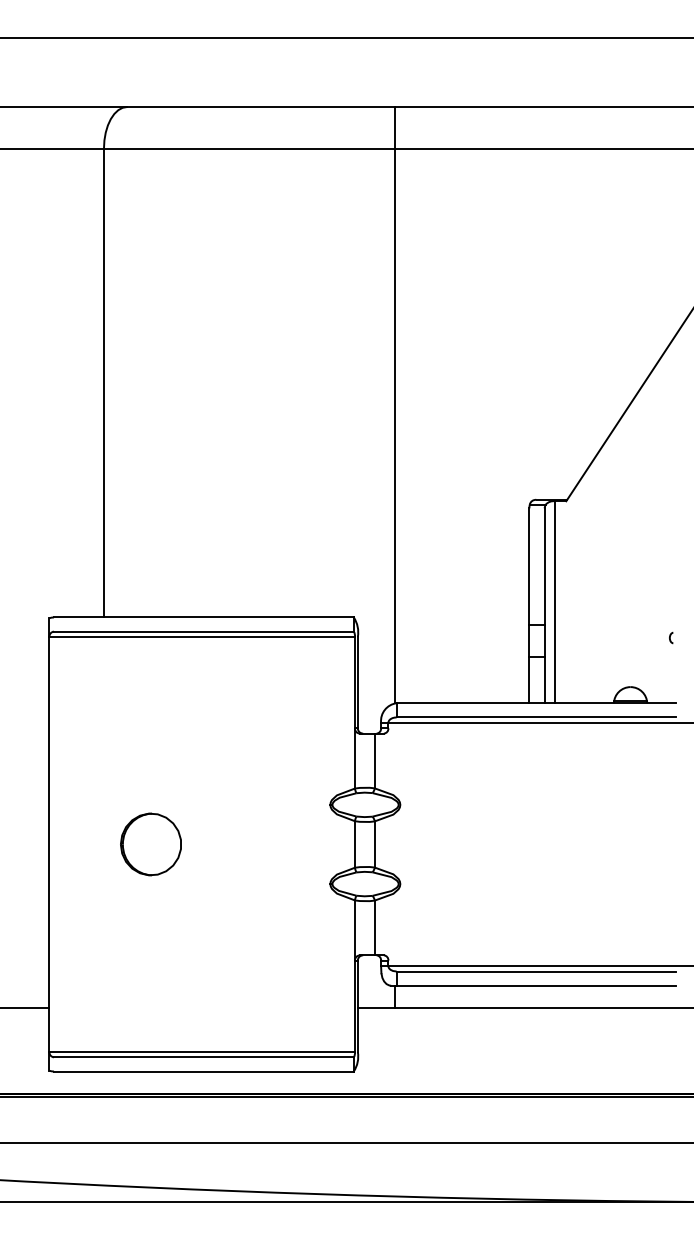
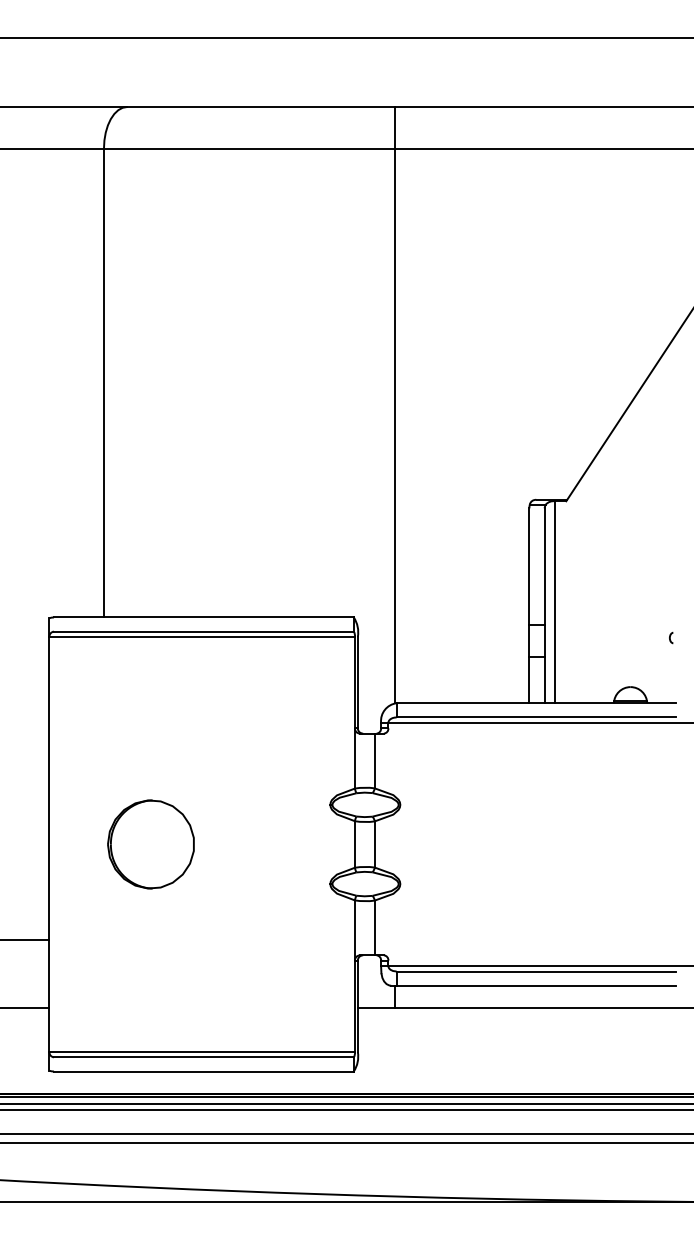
part at (150, 844) size: 62x65 px -> 88x91 px
line at (25, 939): none -> present
line at (346, 1103): none -> present
line at (346, 1109): none -> present
line at (346, 1134): none -> present
